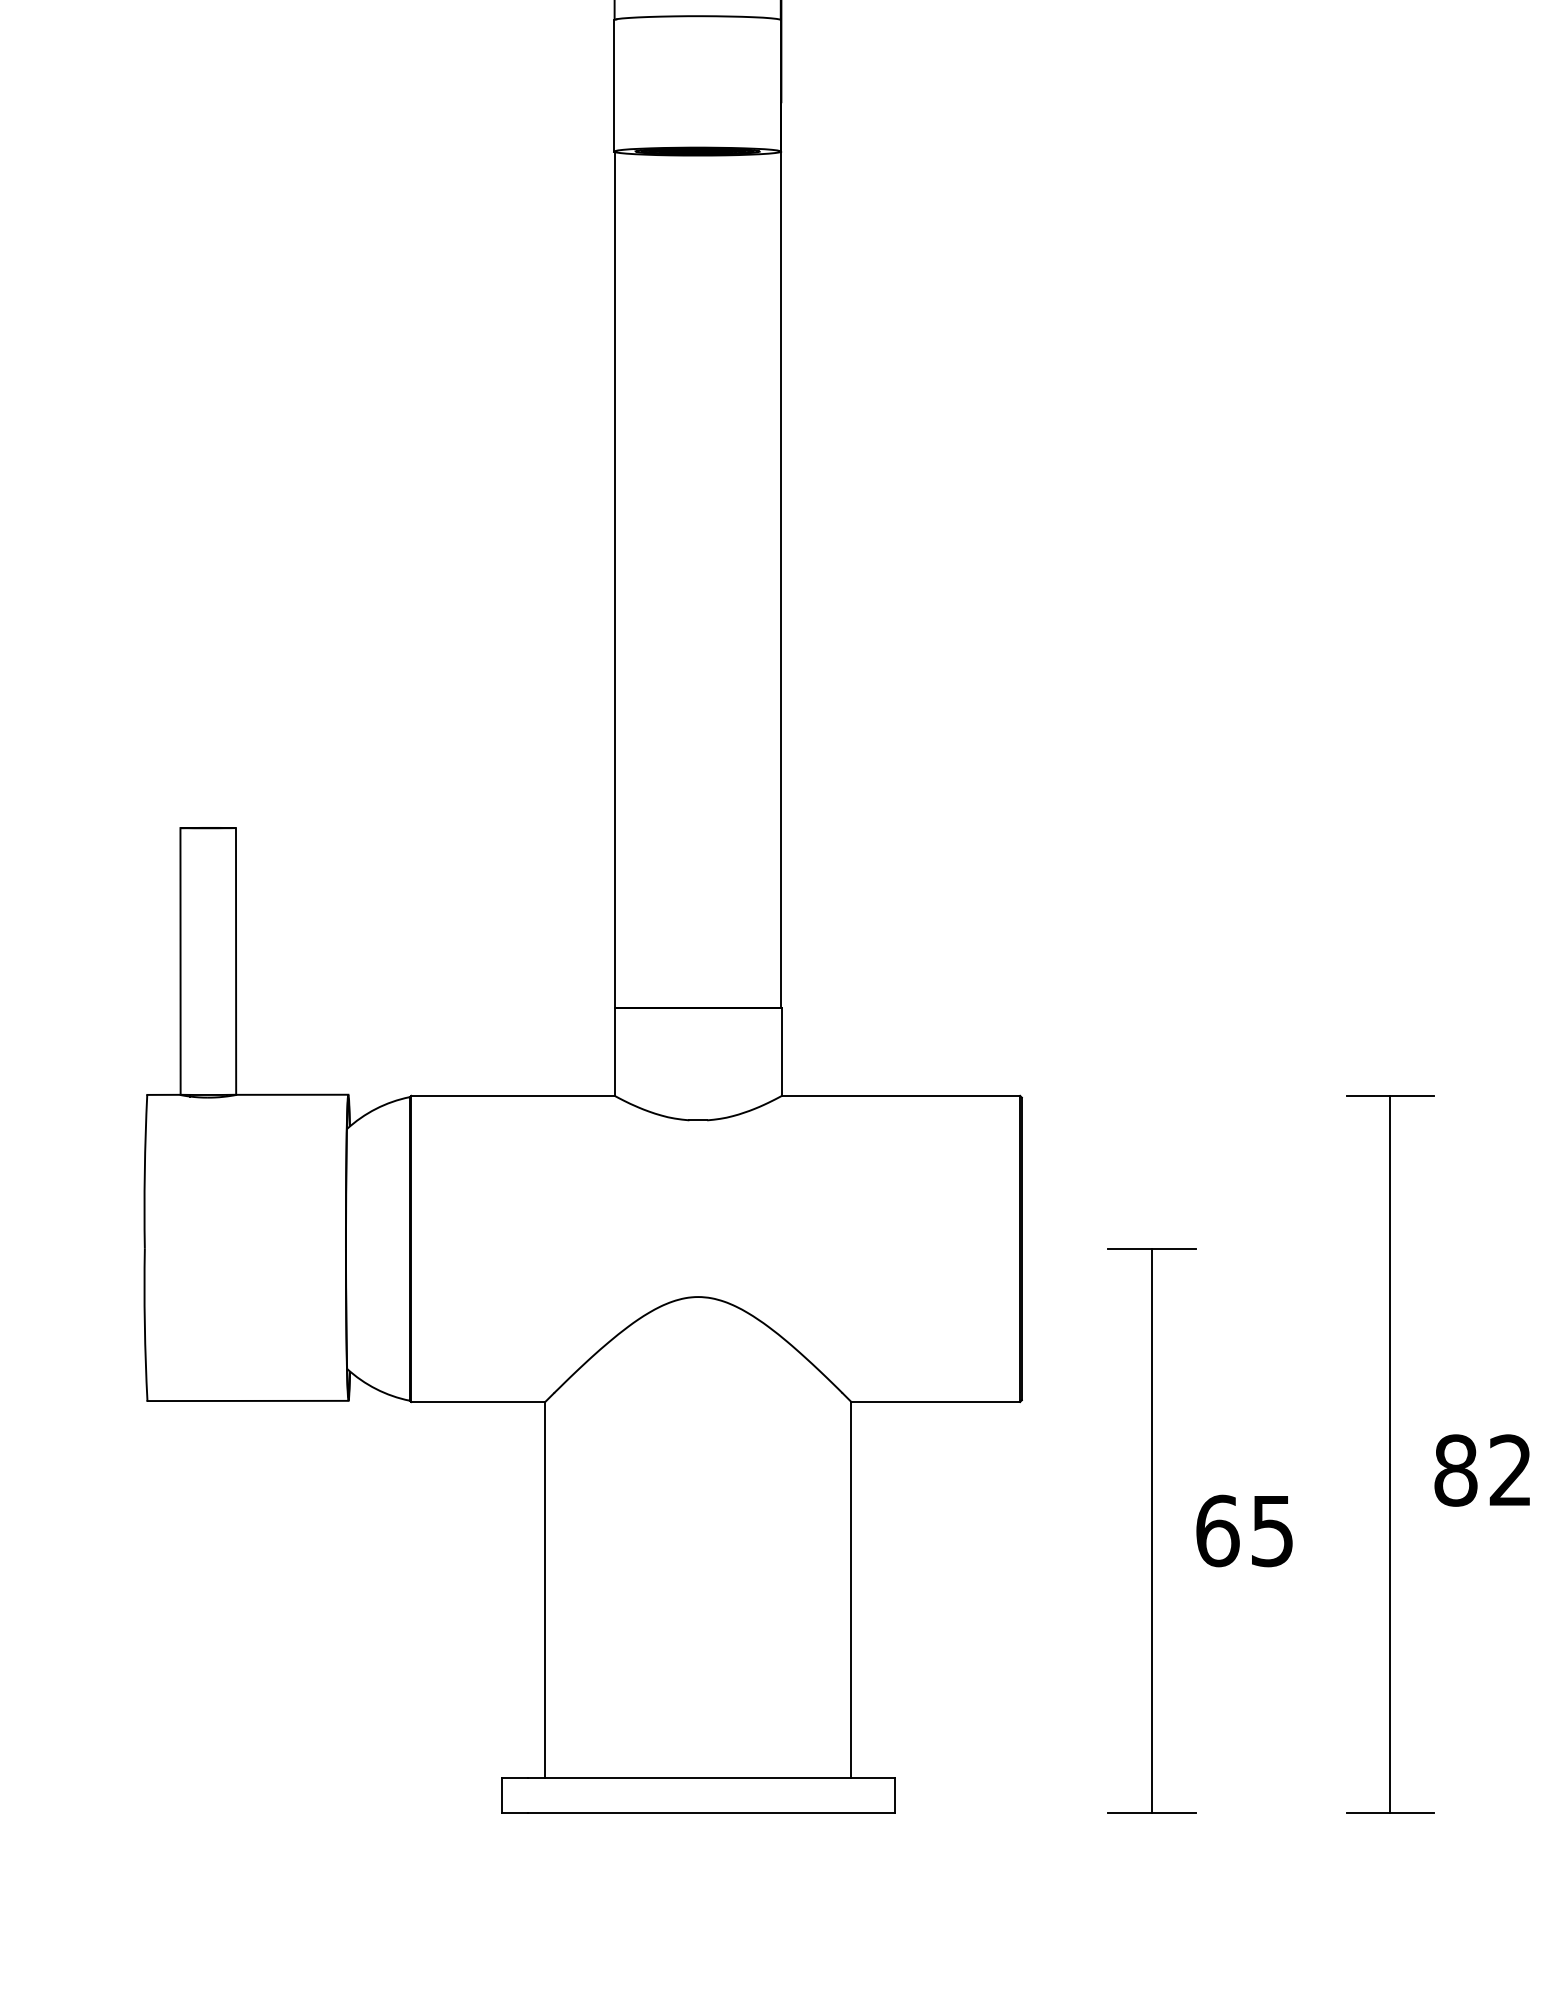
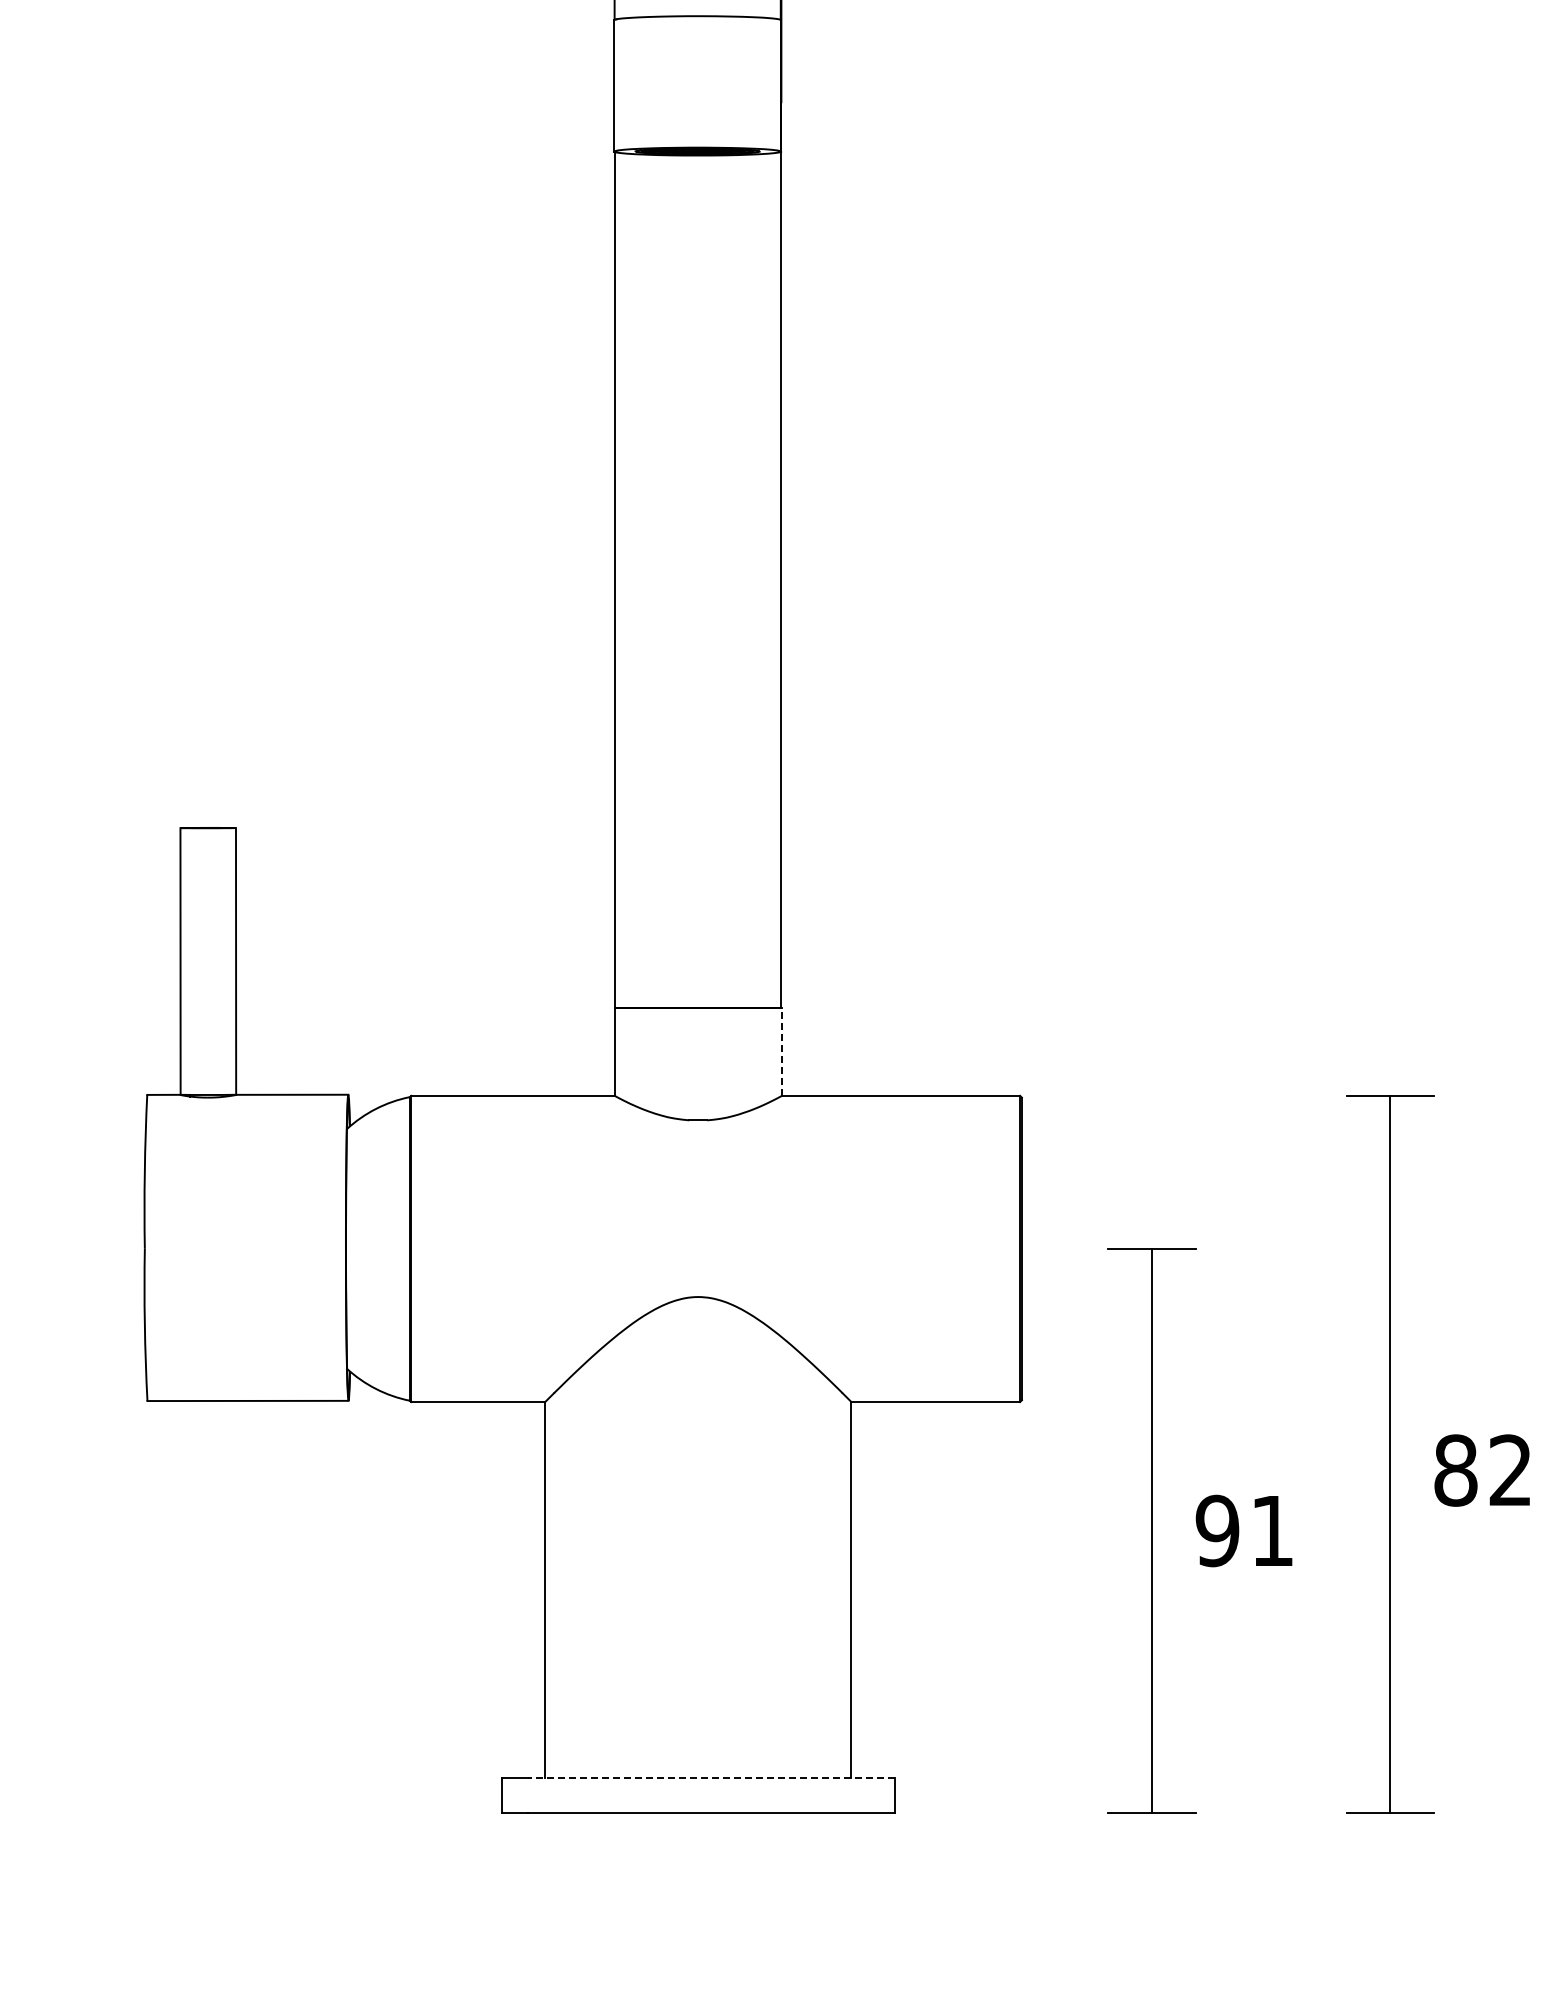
line at (781, 1052): solid -> dashed
text at (1243, 1530): 65 -> 91
line at (711, 1778): solid -> dashed
